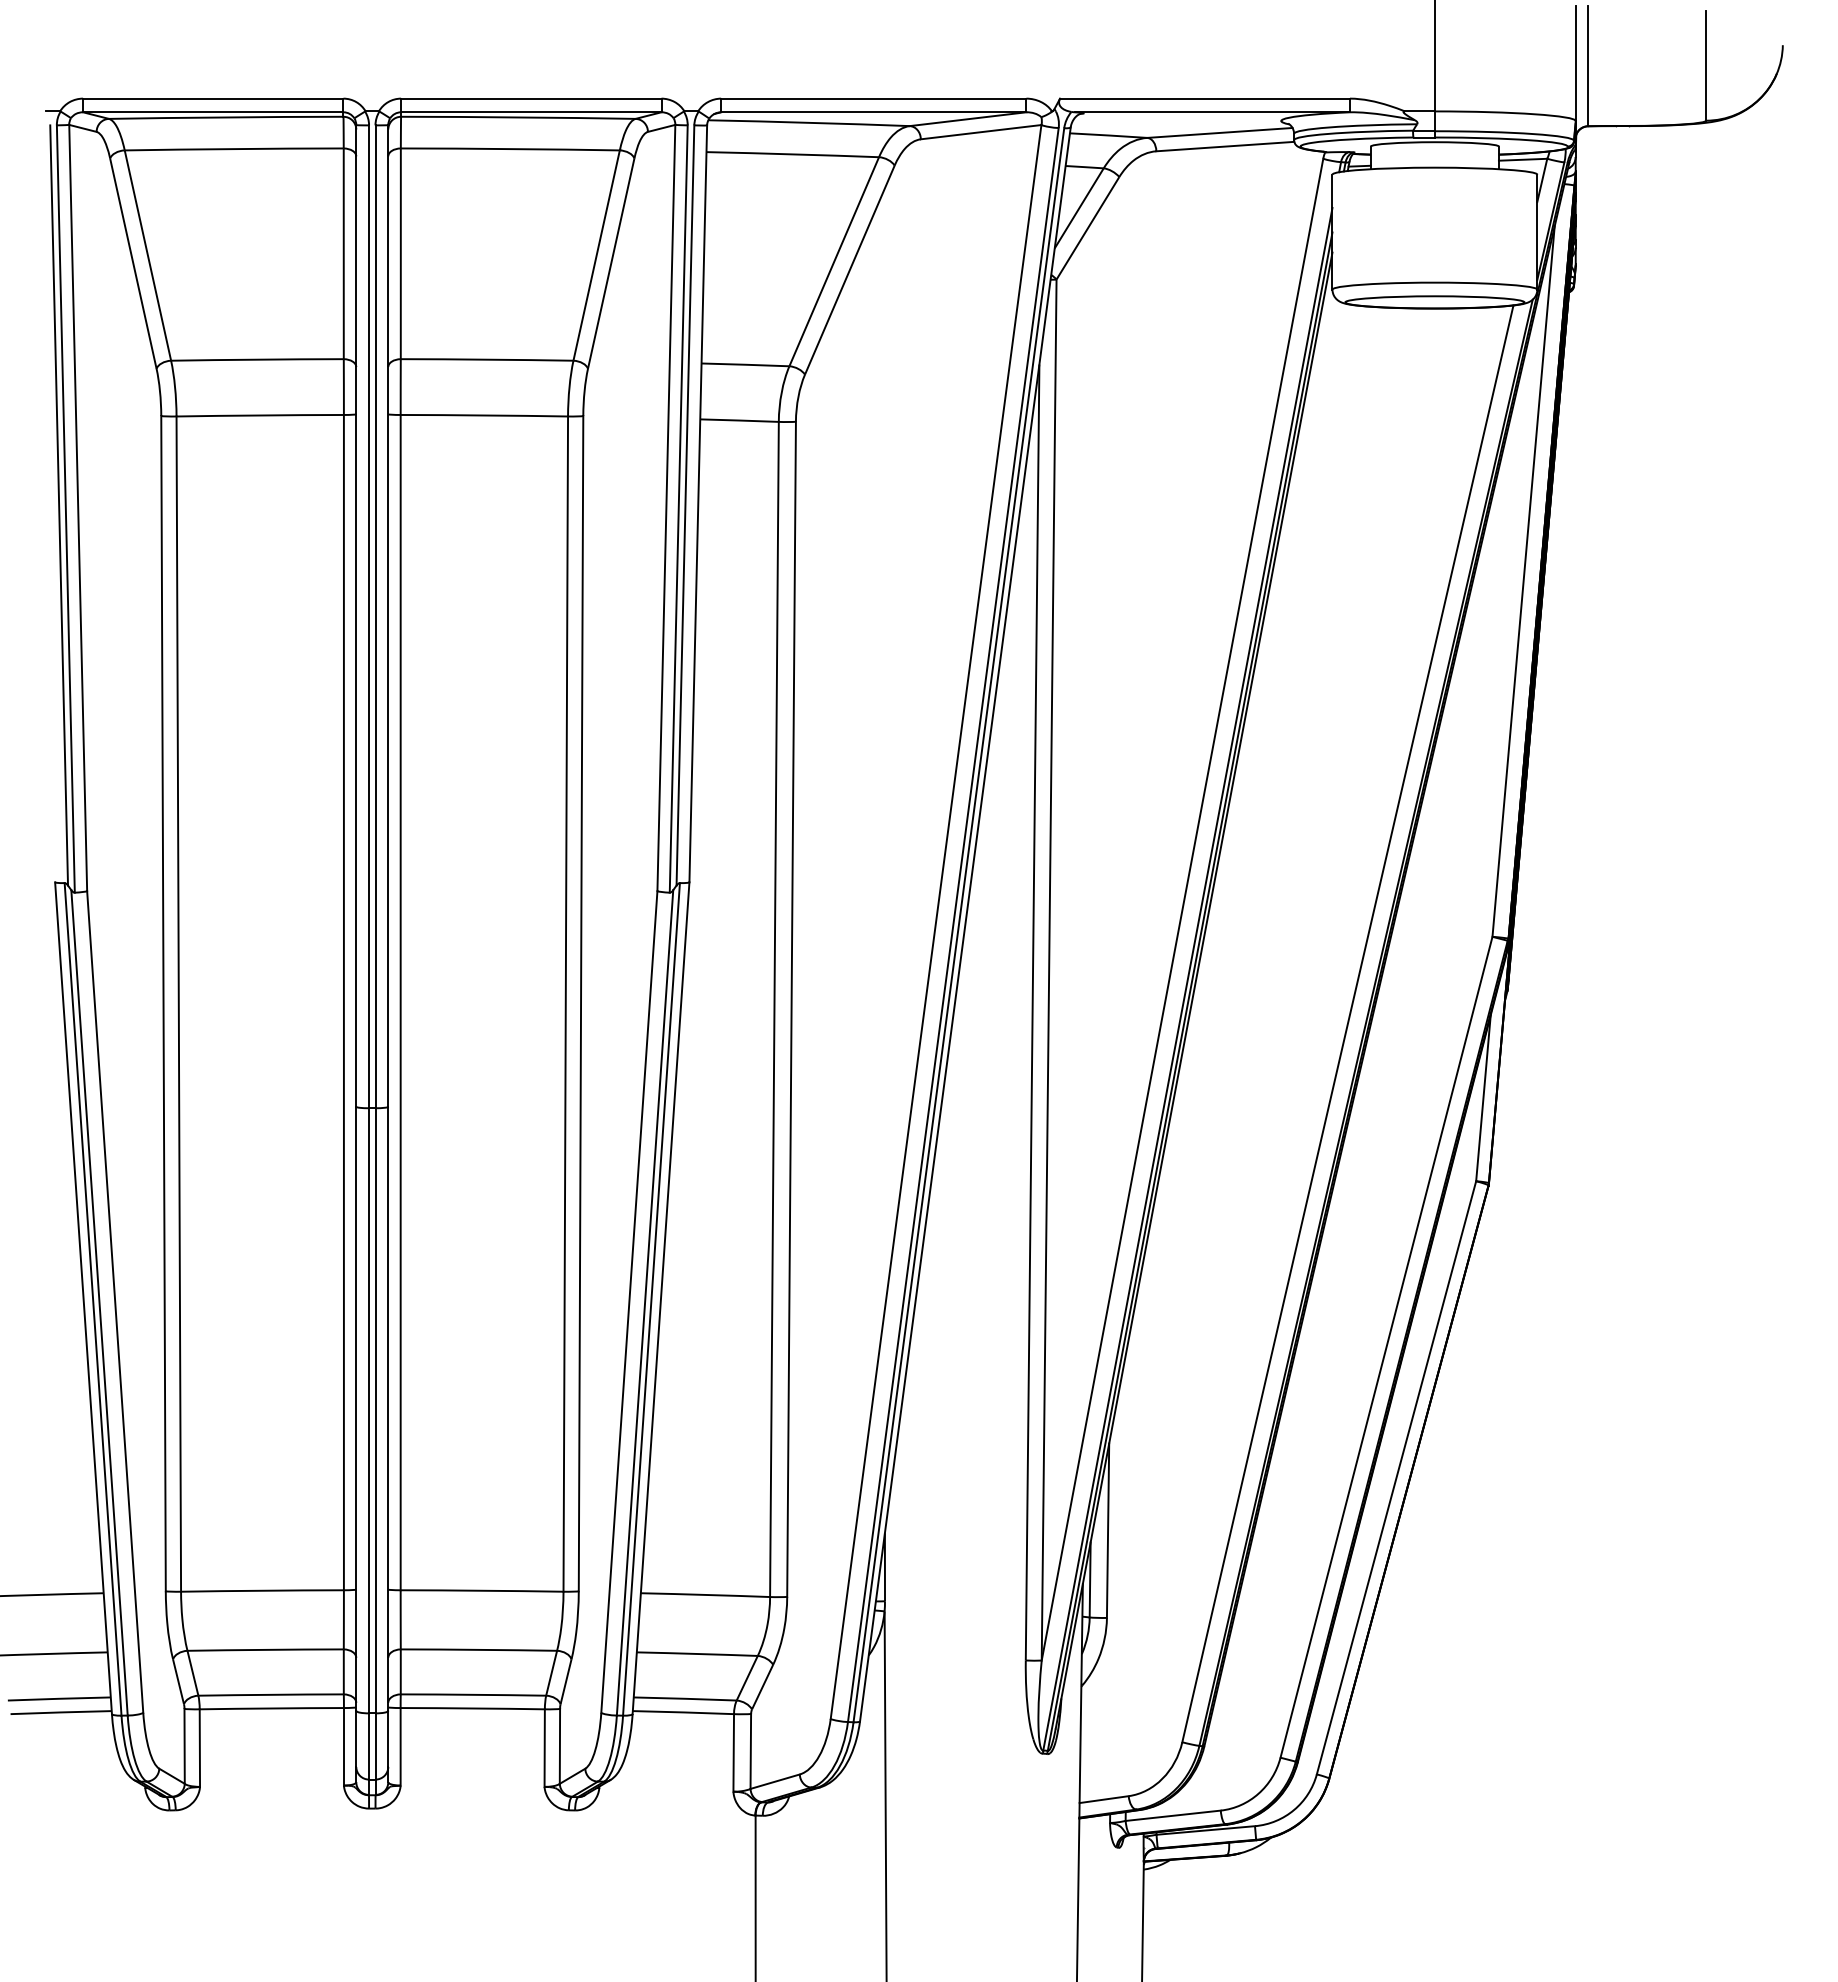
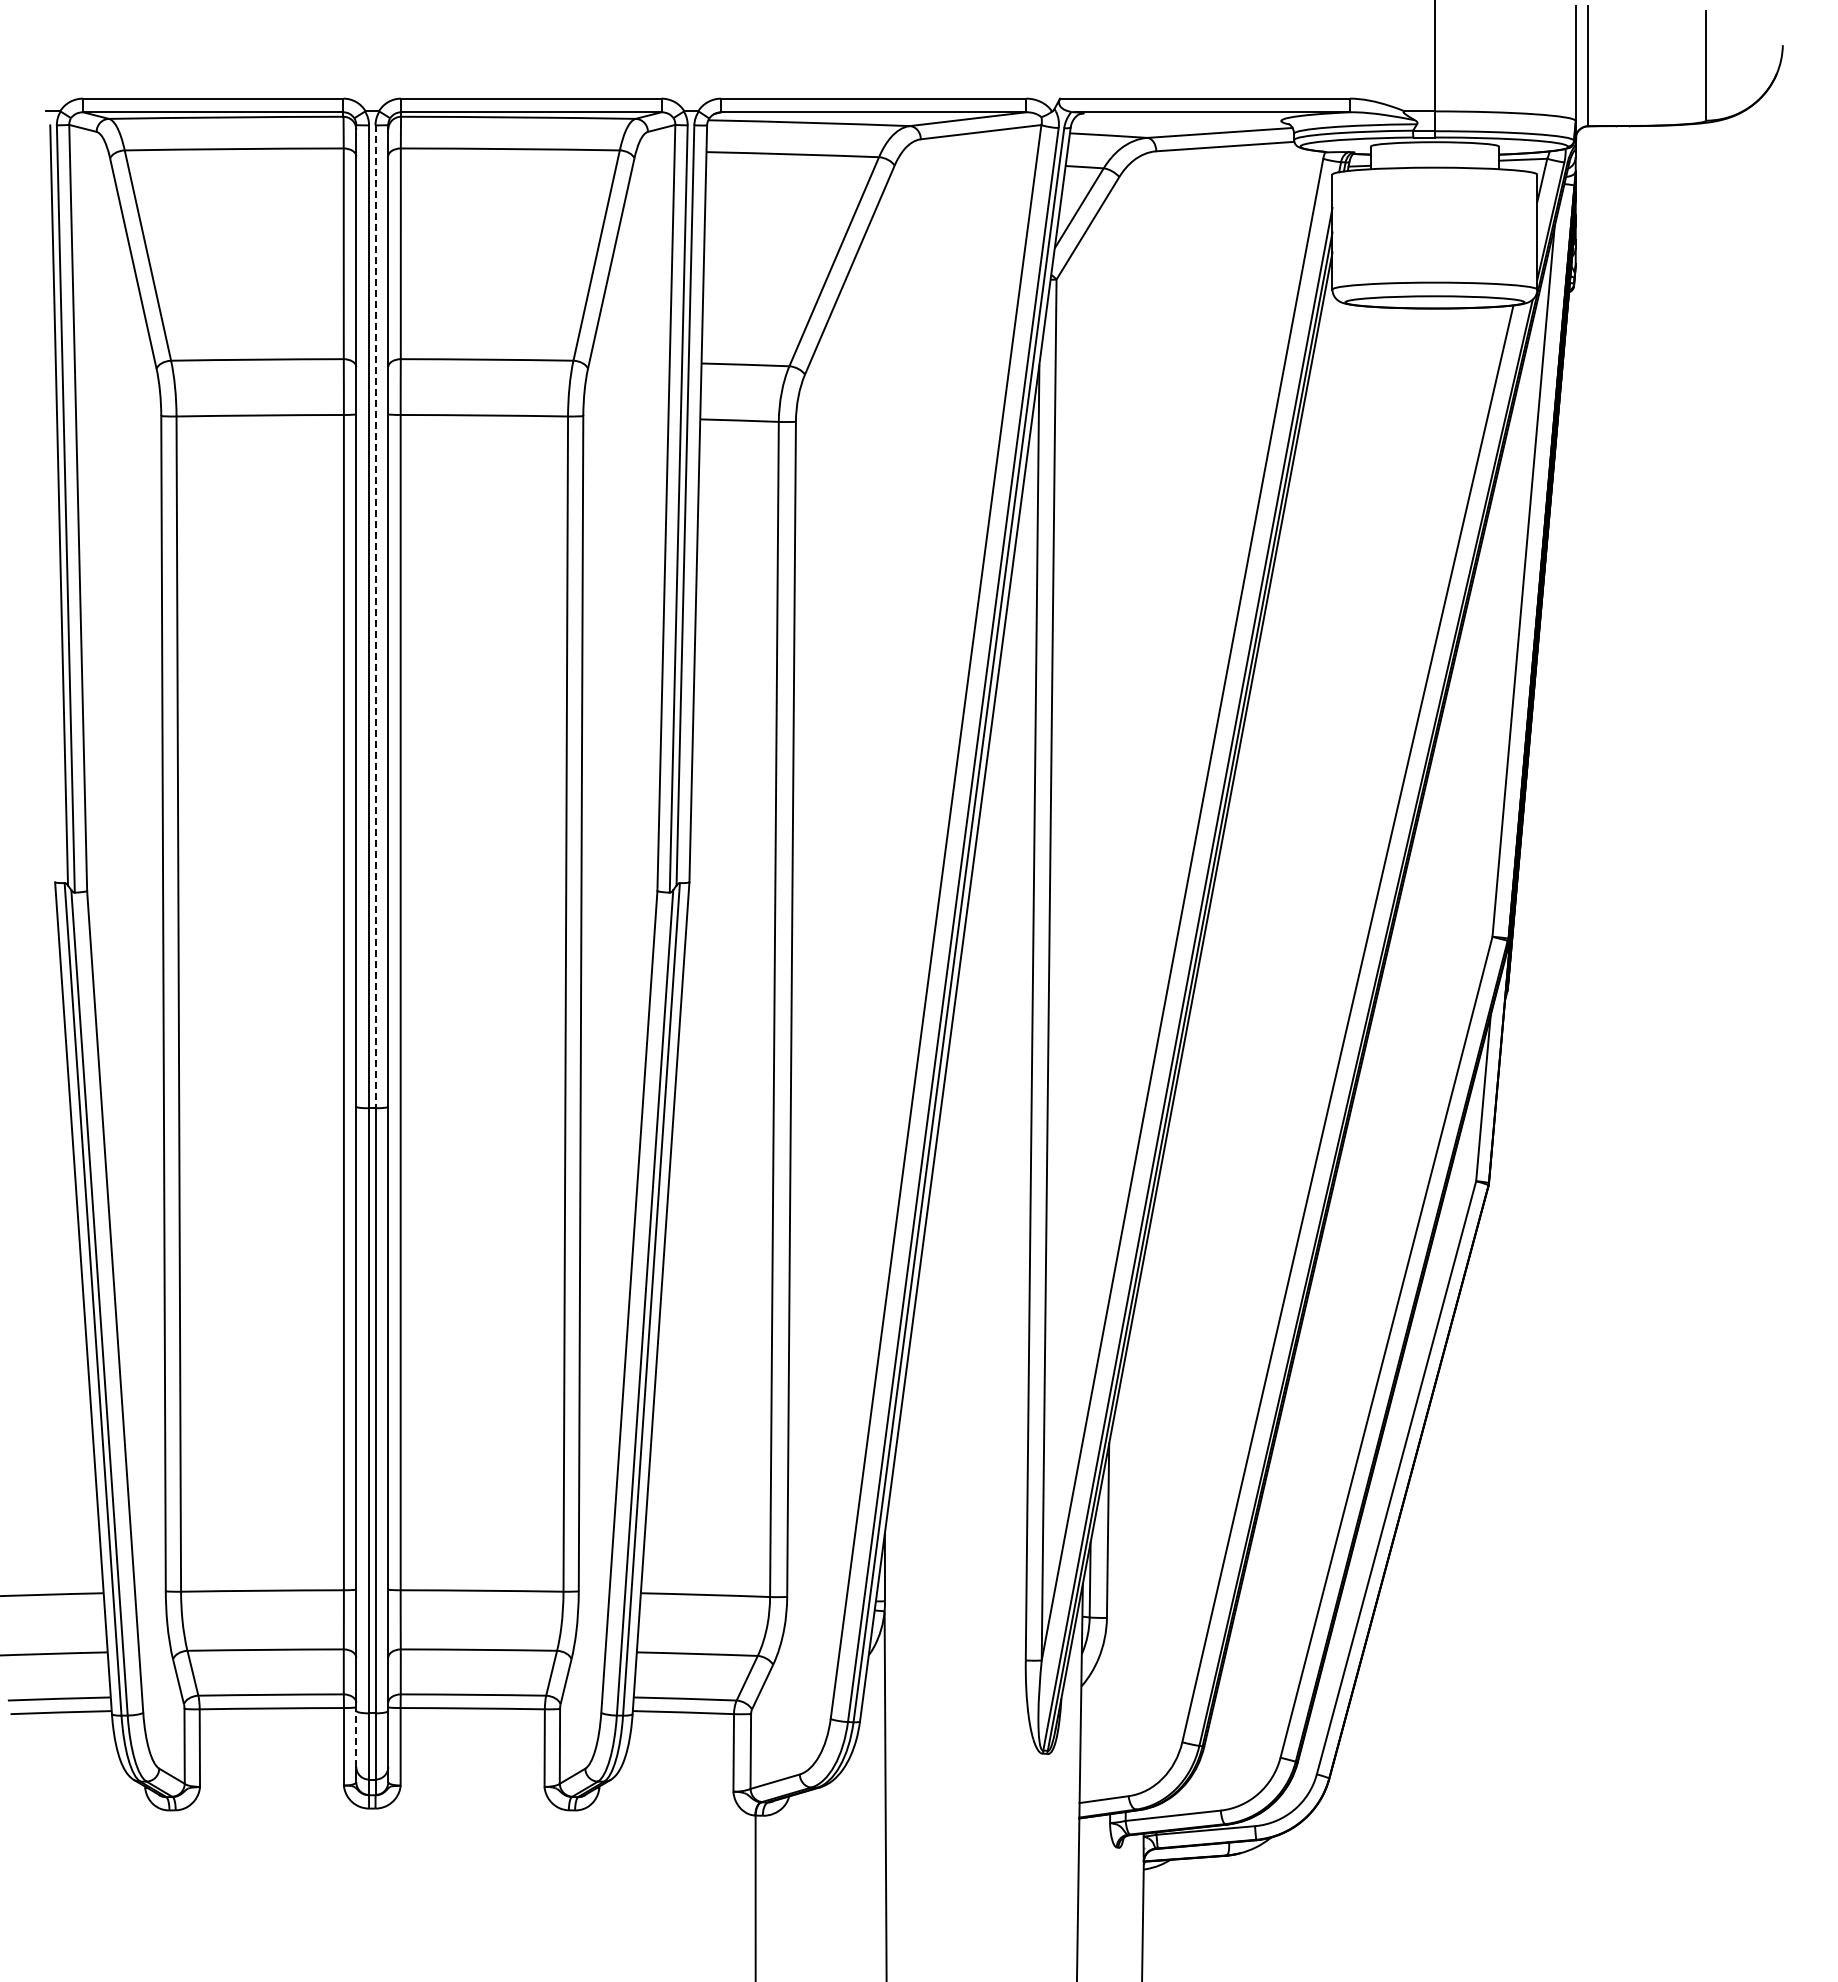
line at (375, 617): solid -> dashed
line at (356, 1738): solid -> dashed
